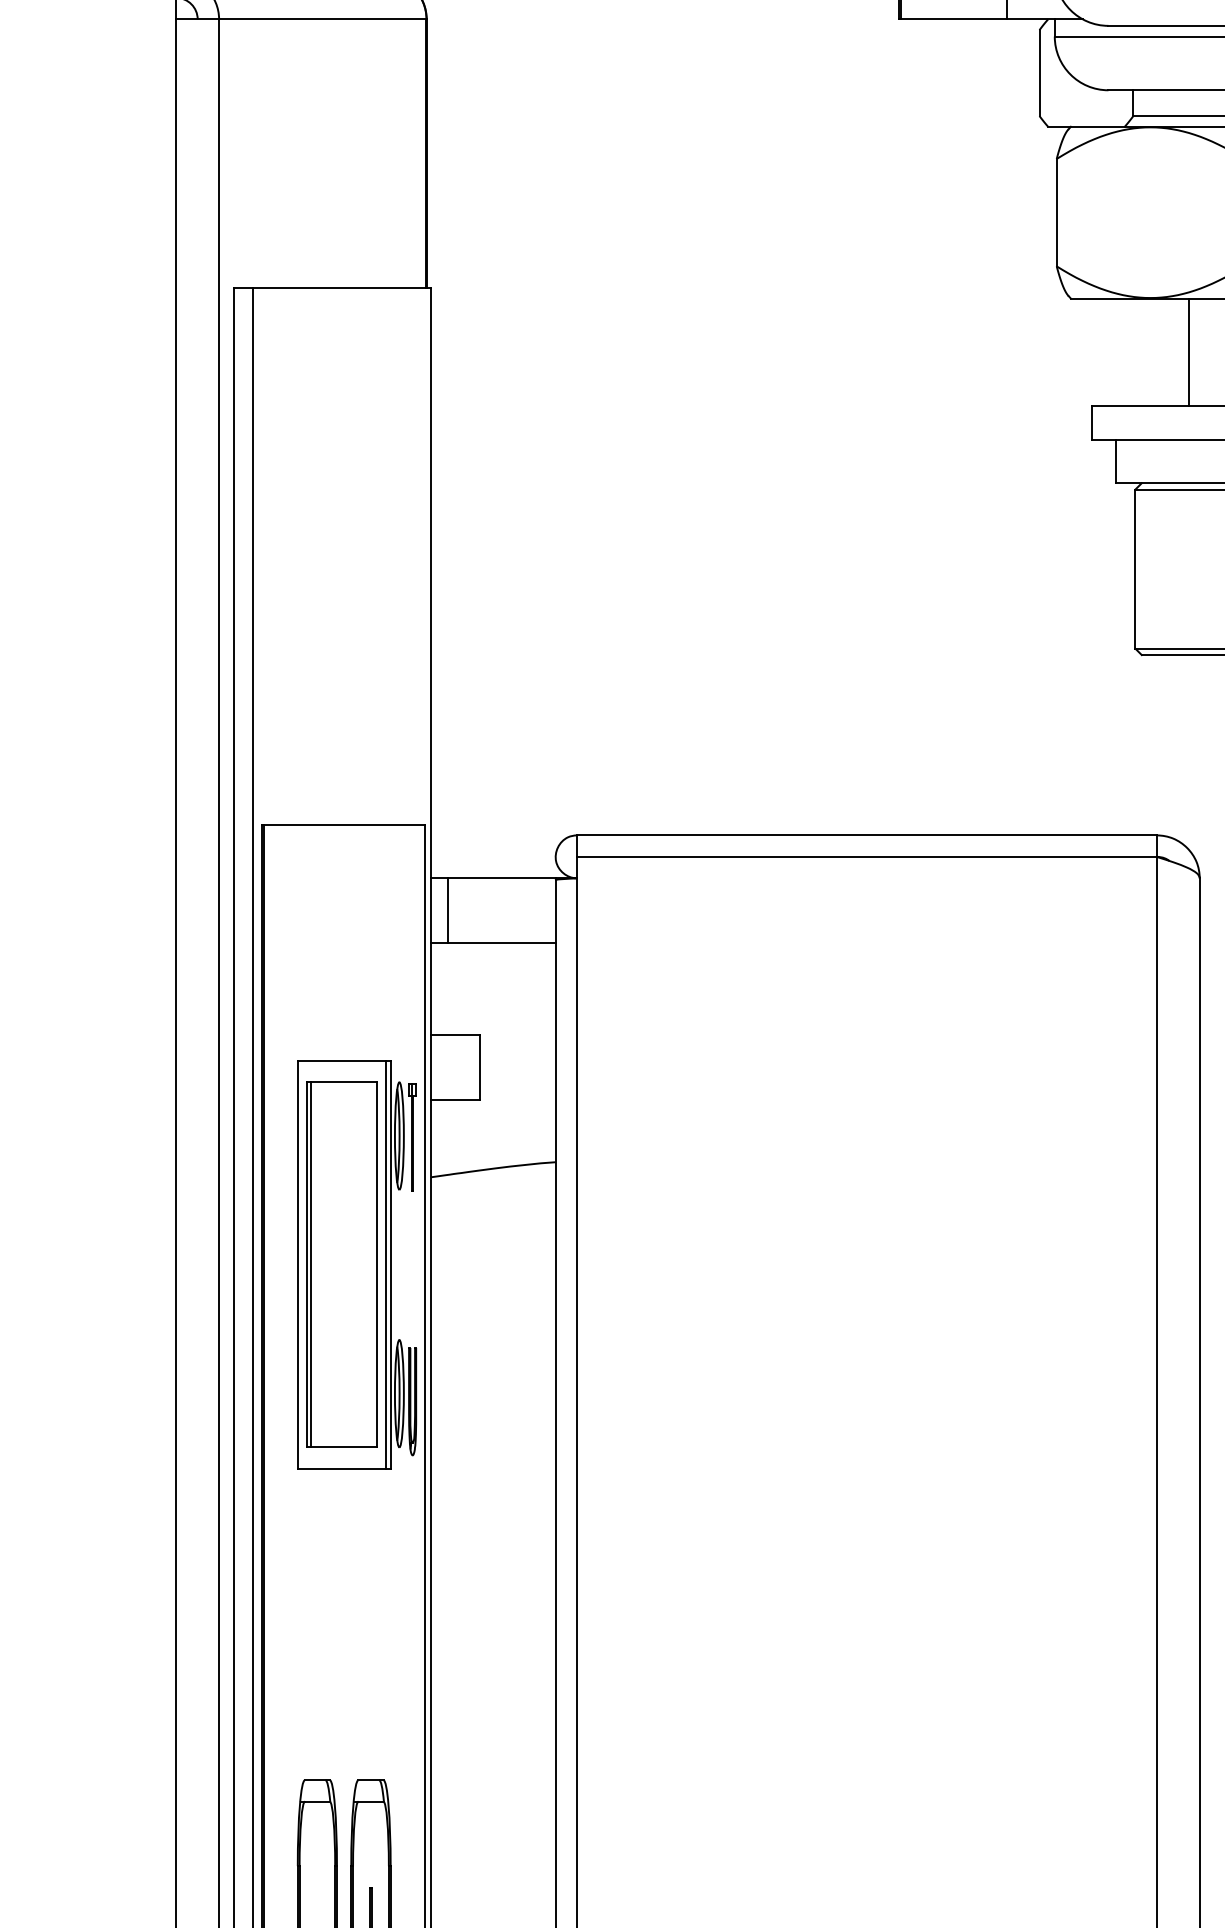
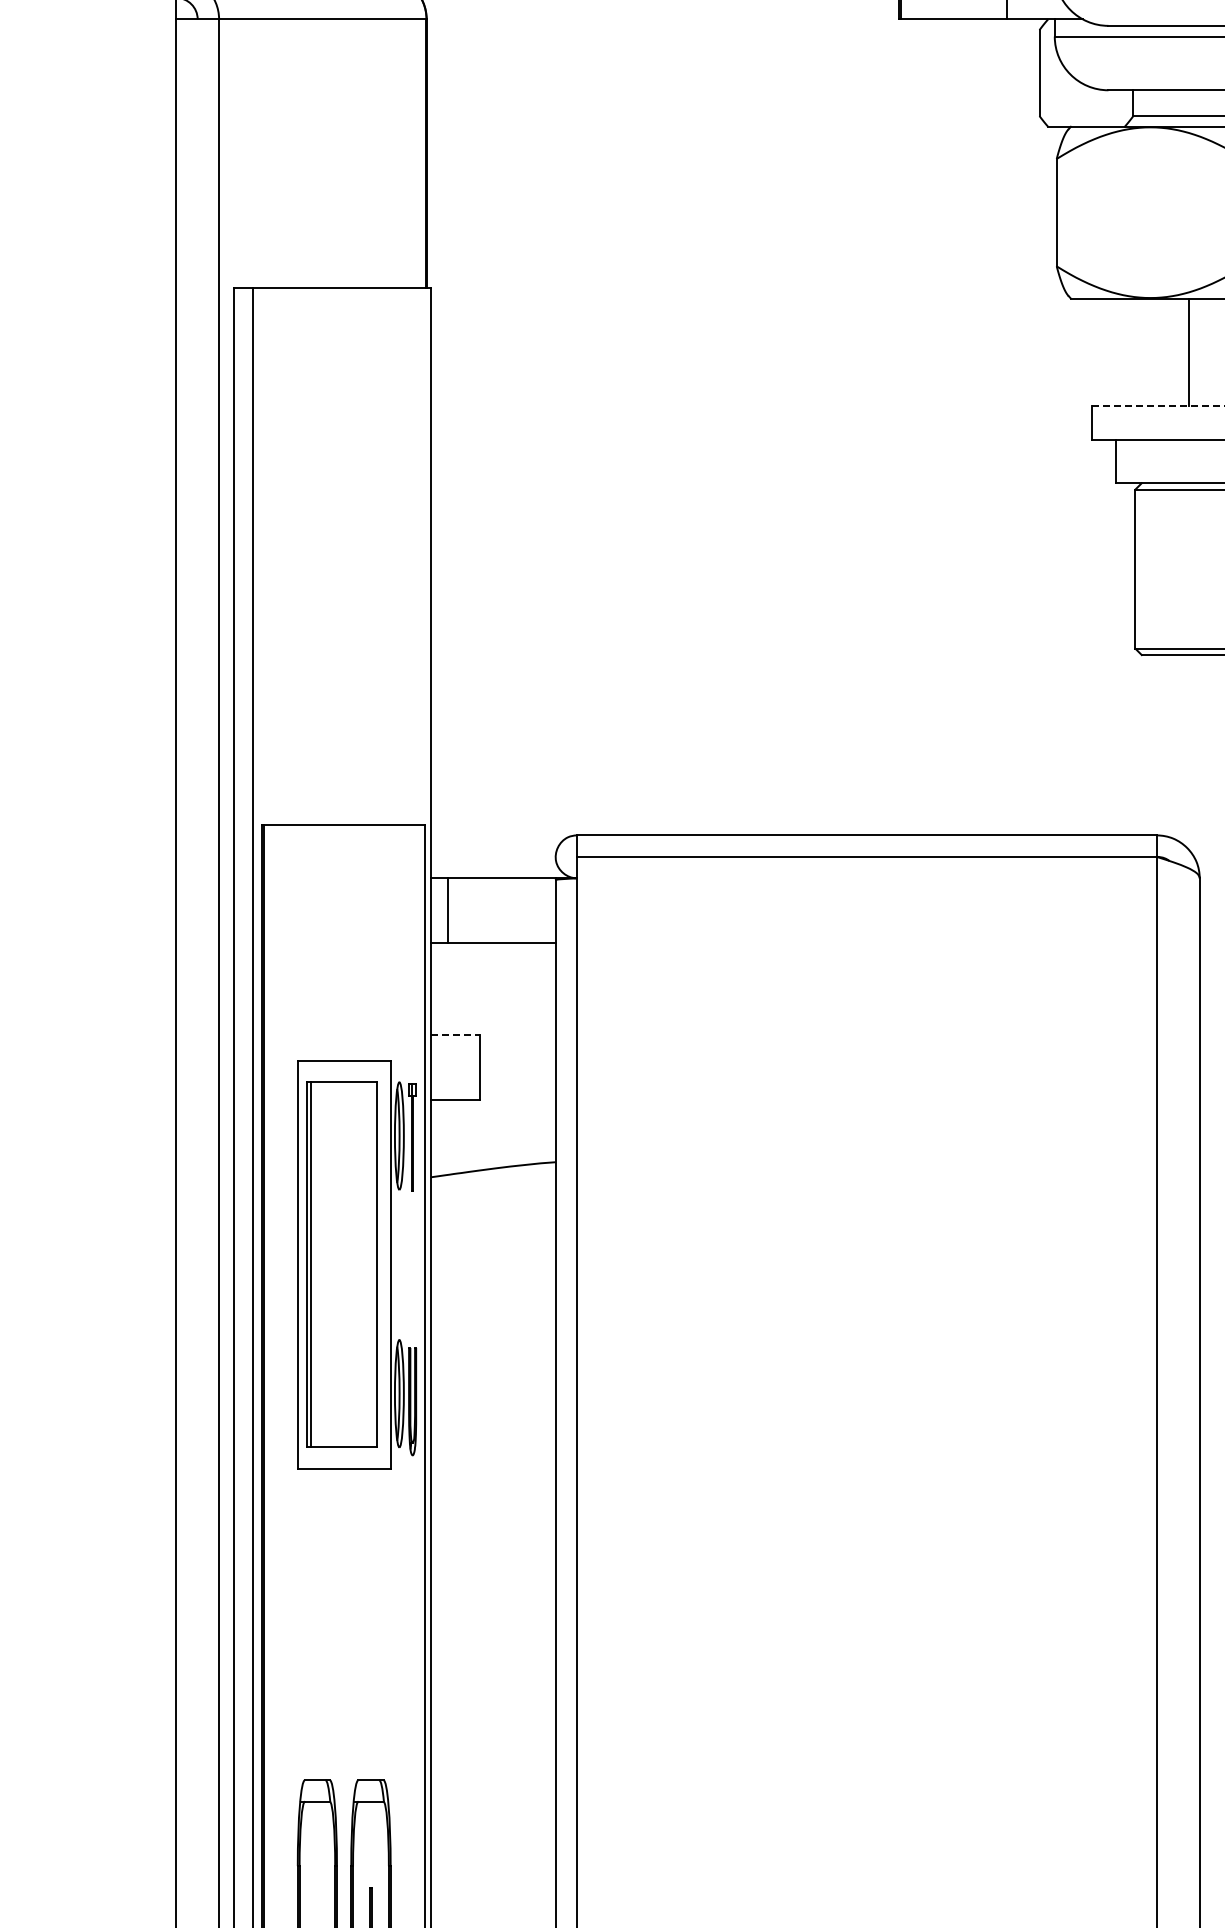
line at (1158, 405): solid -> dashed
line at (456, 1035): solid -> dashed
line at (386, 1264): present -> none
